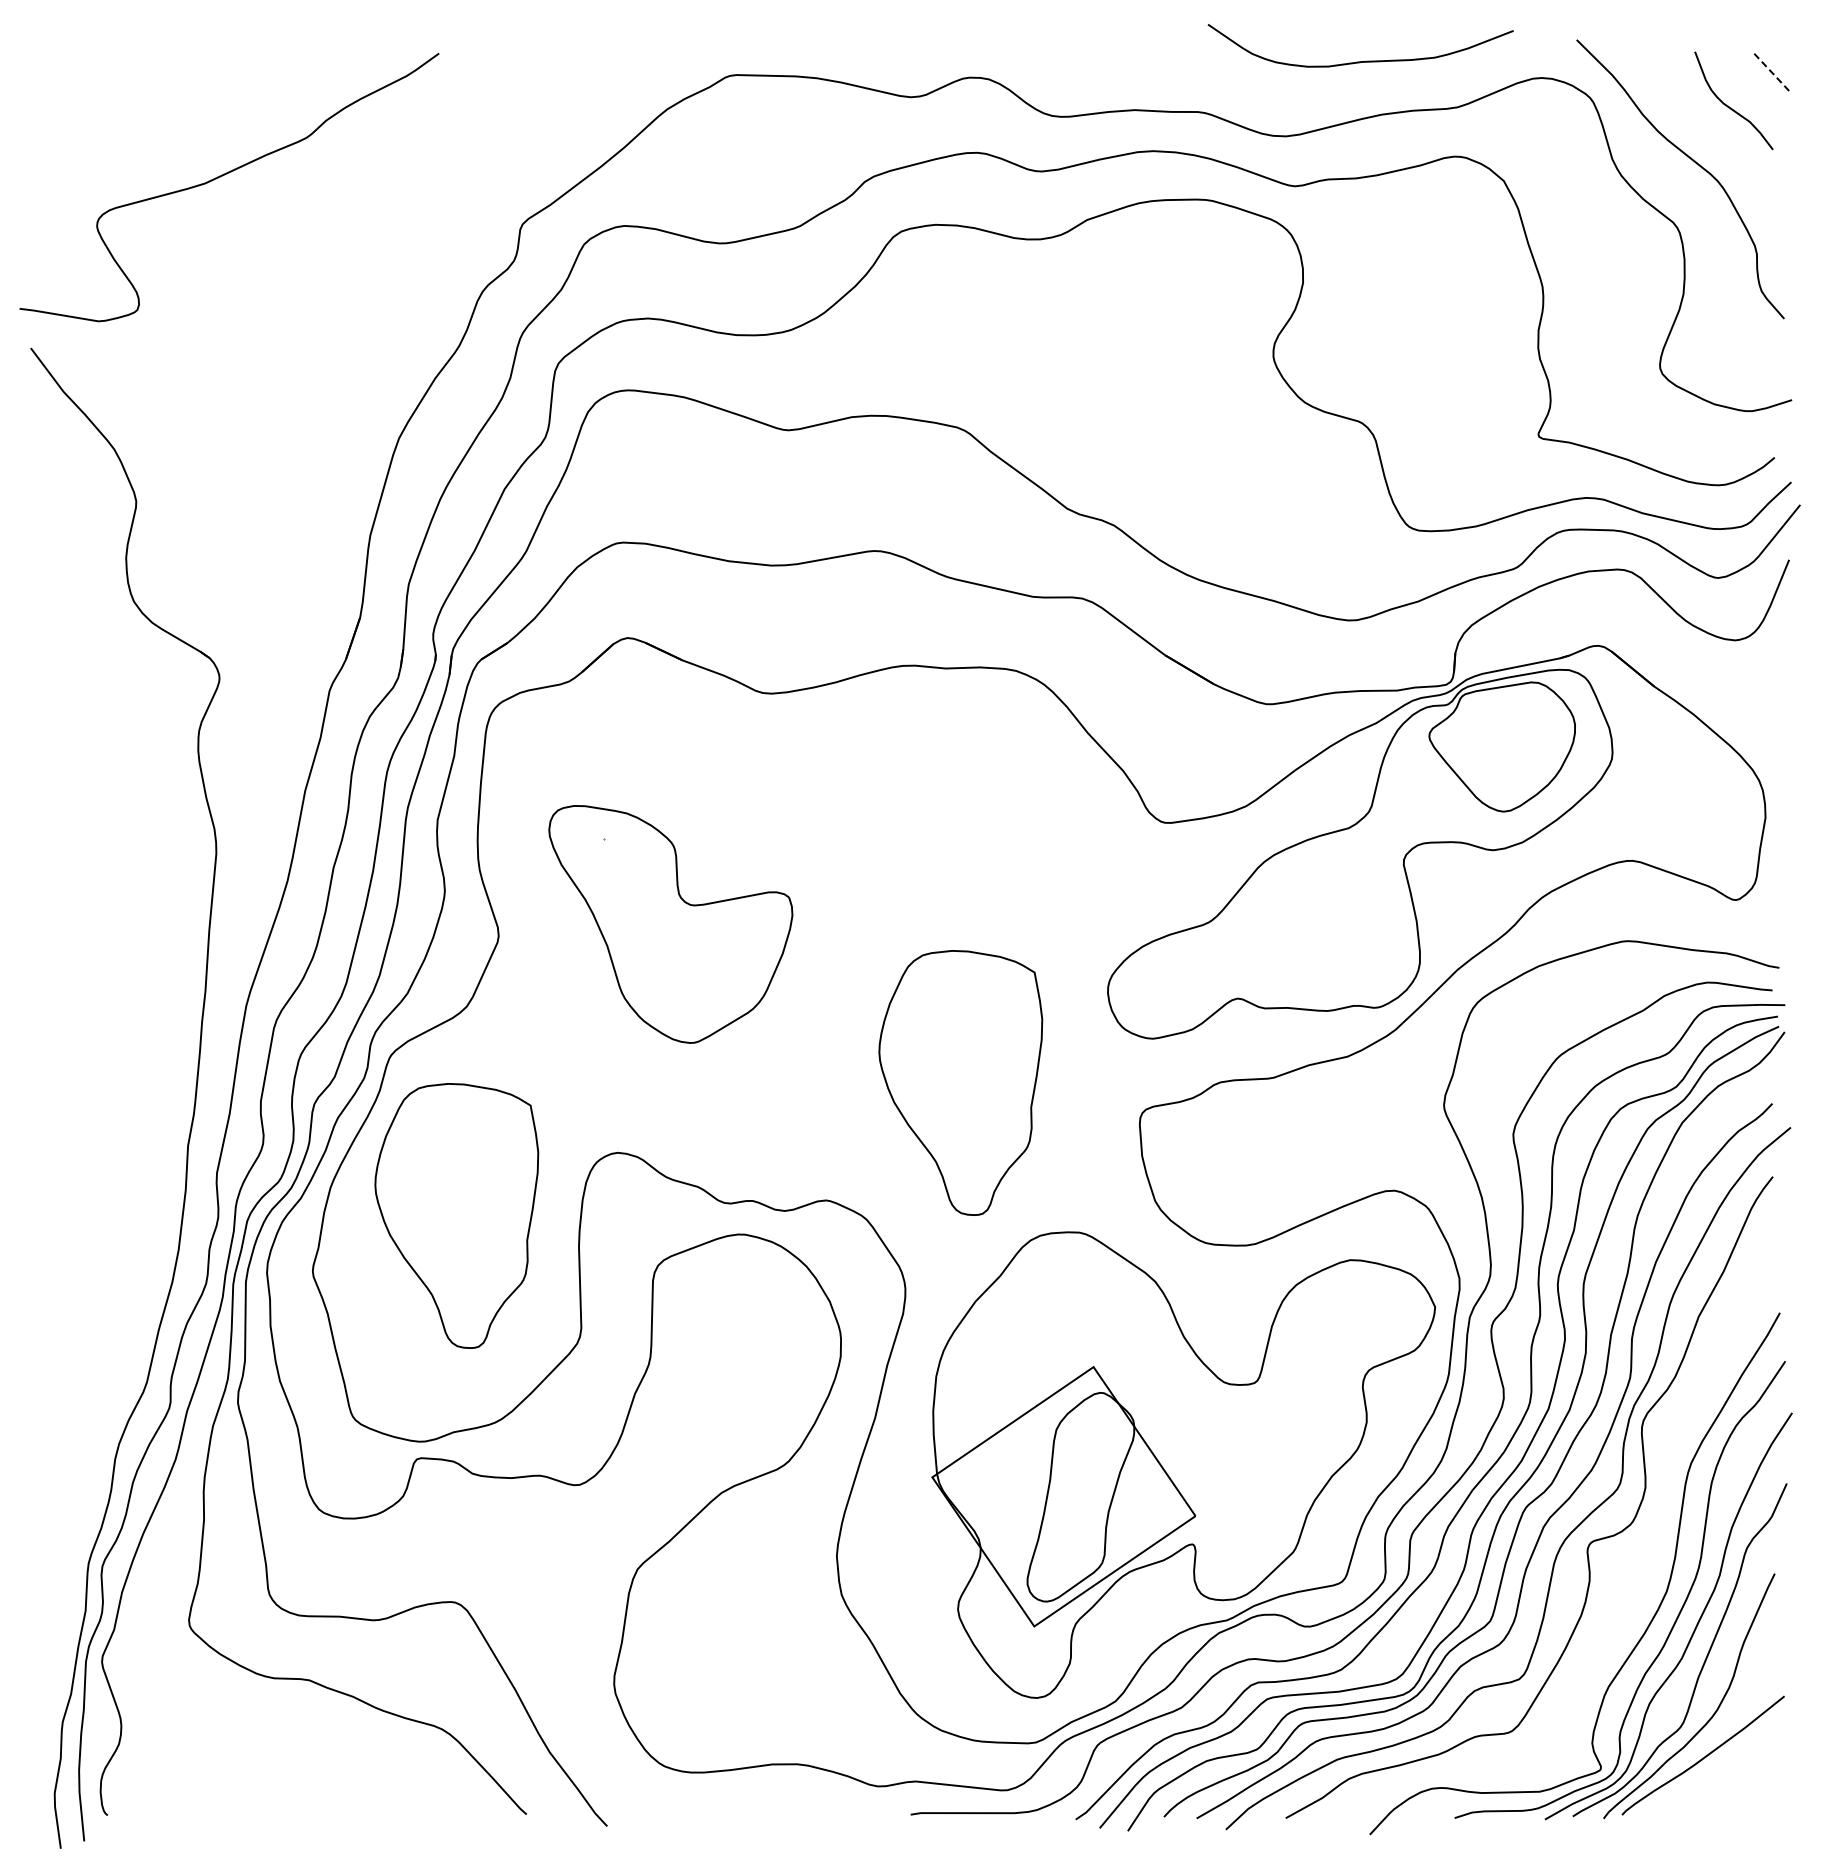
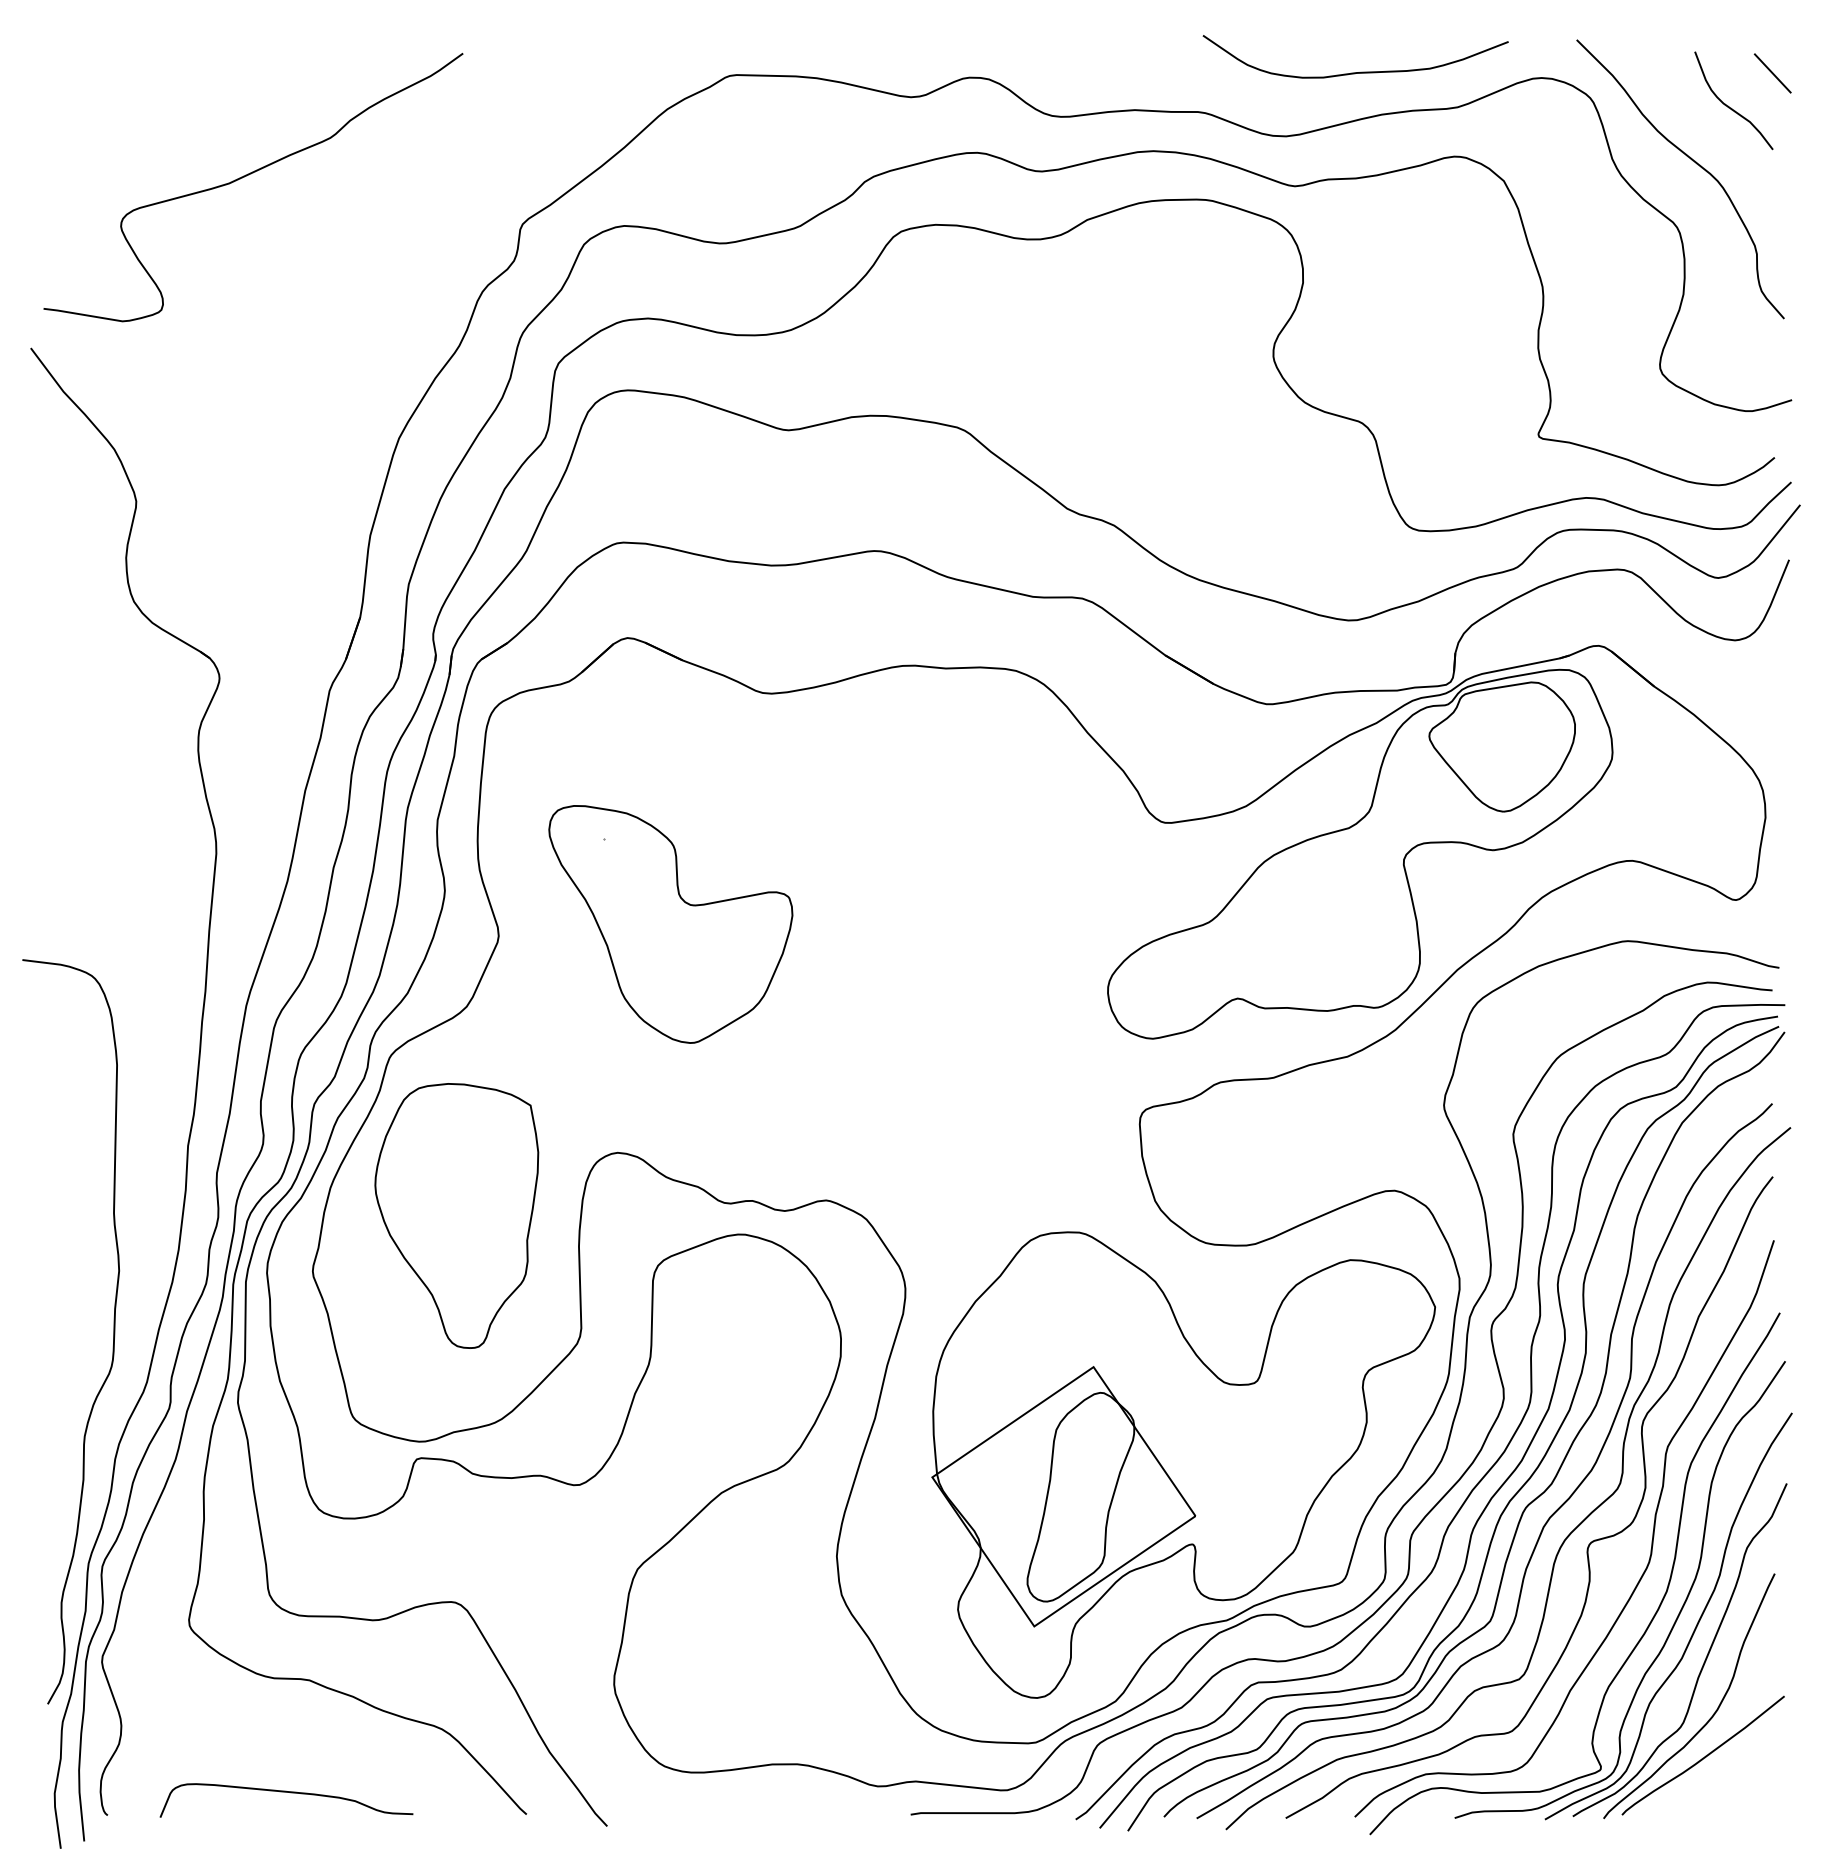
curve at (1365, 60) position: (1365, 60) -> (1360, 71)
line at (1773, 73): dashed -> solid
curve at (224, 175) position: (224, 175) -> (248, 175)
part at (960, 1082): present -> none
curve at (113, 1331): none -> present
curve at (1651, 1540): none -> present
curve at (286, 1792): none -> present
